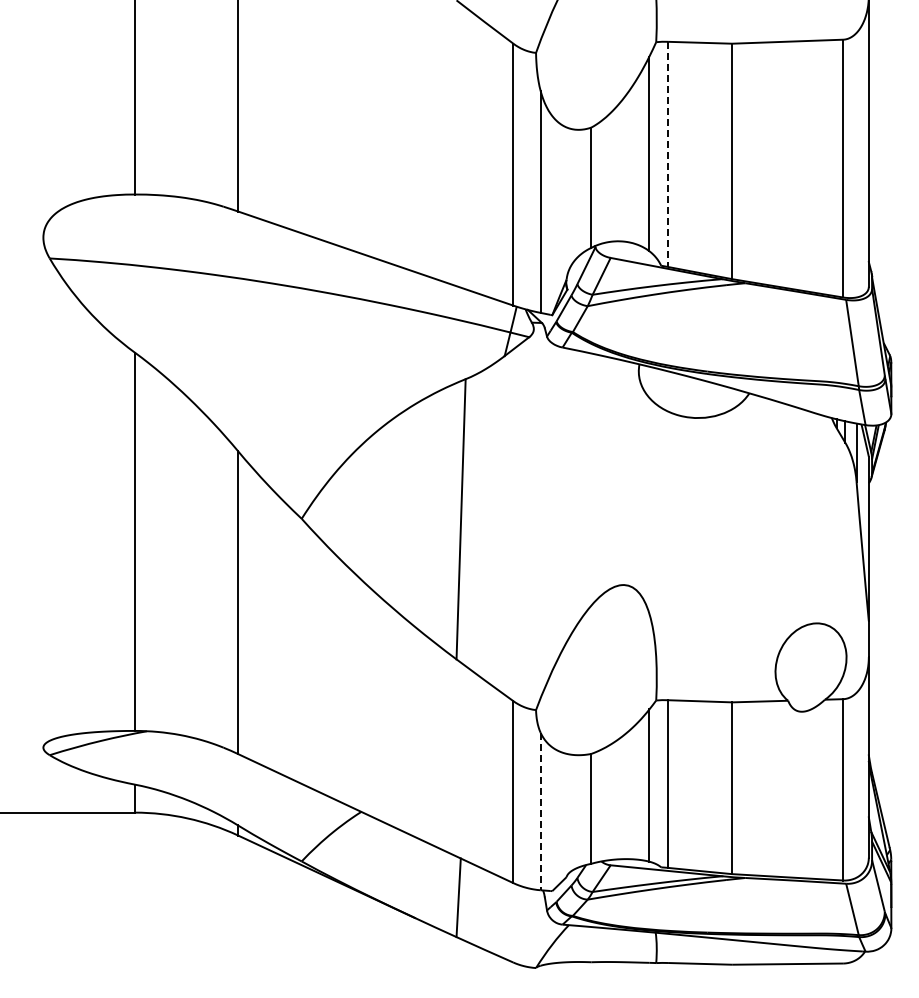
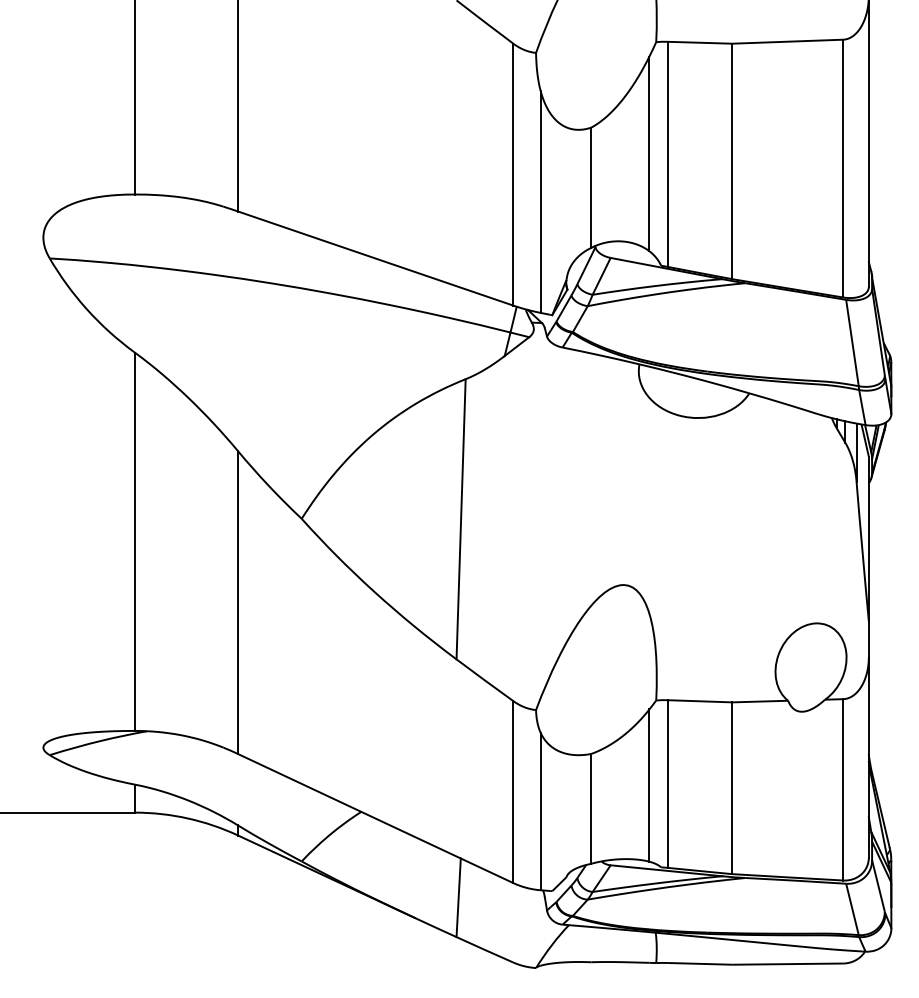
line at (668, 154): dashed -> solid
line at (540, 811): dashed -> solid
